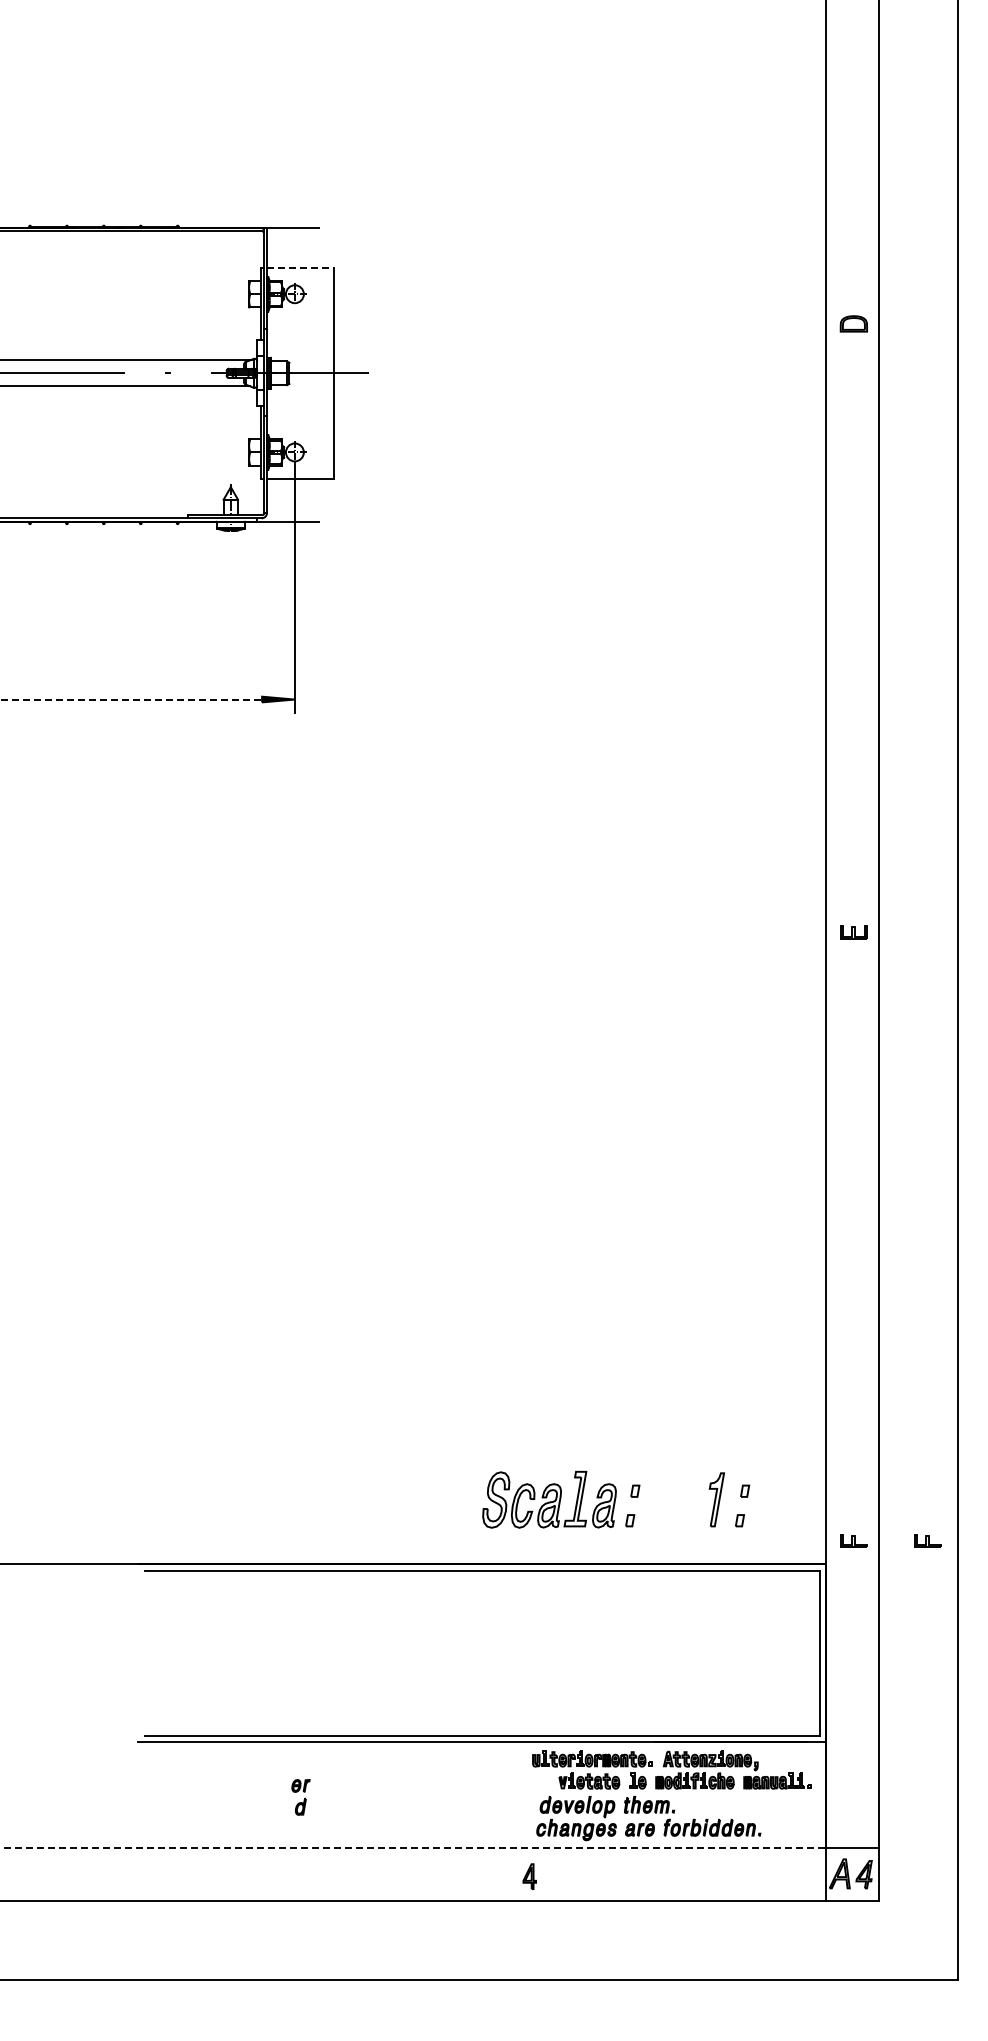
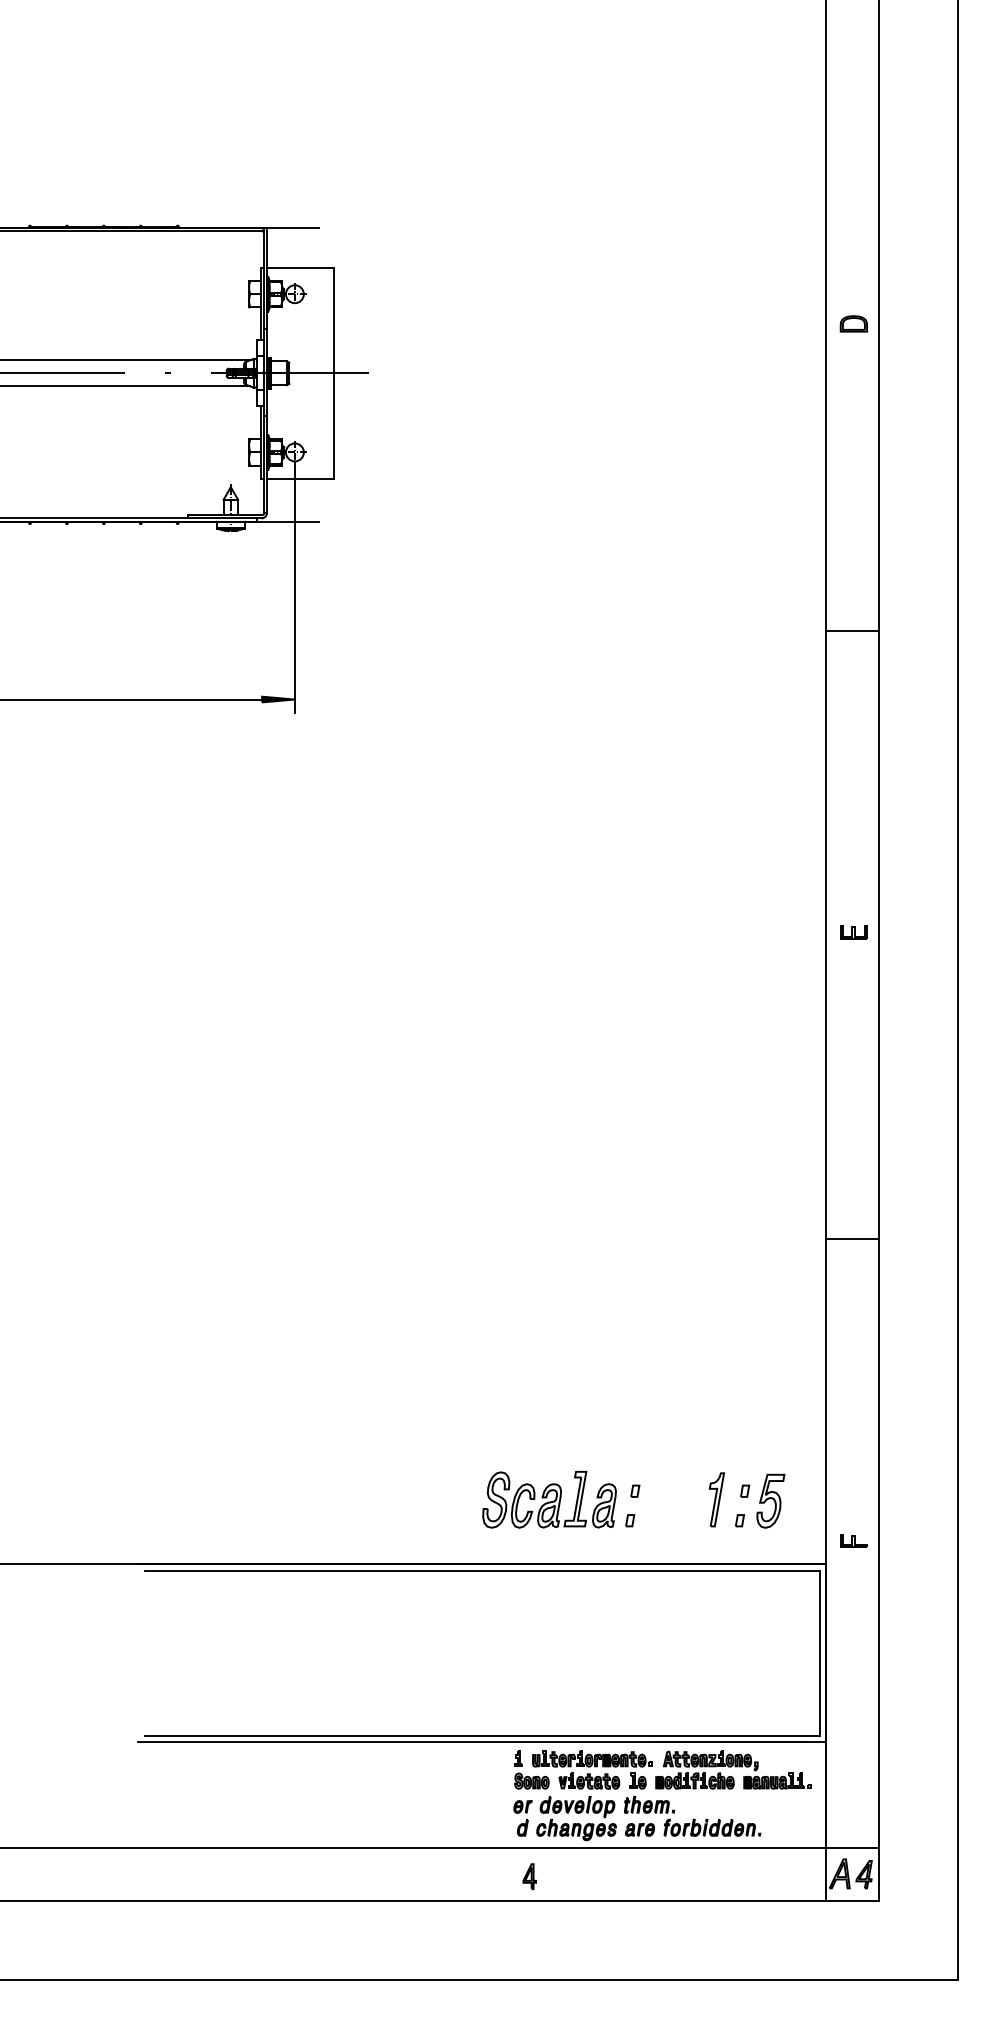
line at (300, 267): dashed -> solid
line at (852, 630): none -> present
line at (131, 699): dashed -> solid
line at (852, 1239): none -> present
part at (770, 1500): none -> present
part at (927, 1540): present -> none
part at (527, 1775): none -> present
part at (300, 1797) position: (300, 1797) -> (522, 1818)
line at (413, 1847): dashed -> solid
